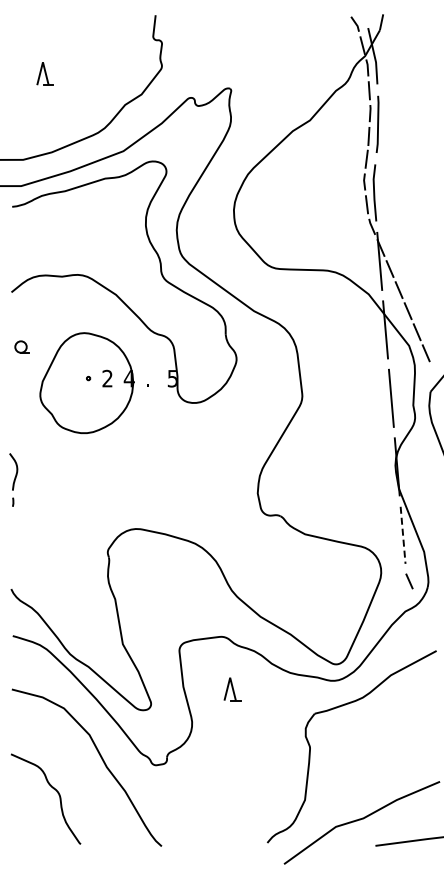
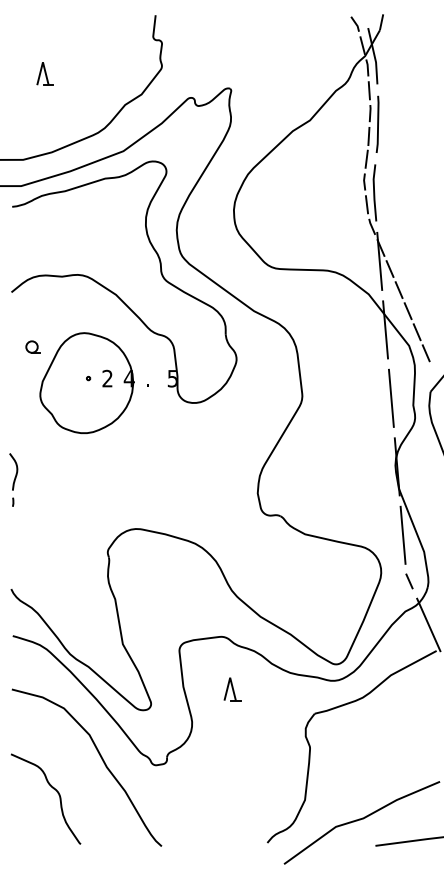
part at (21, 346) position: (21, 346) -> (32, 346)
line at (403, 535): dashed -> solid
line at (428, 624): none -> present
